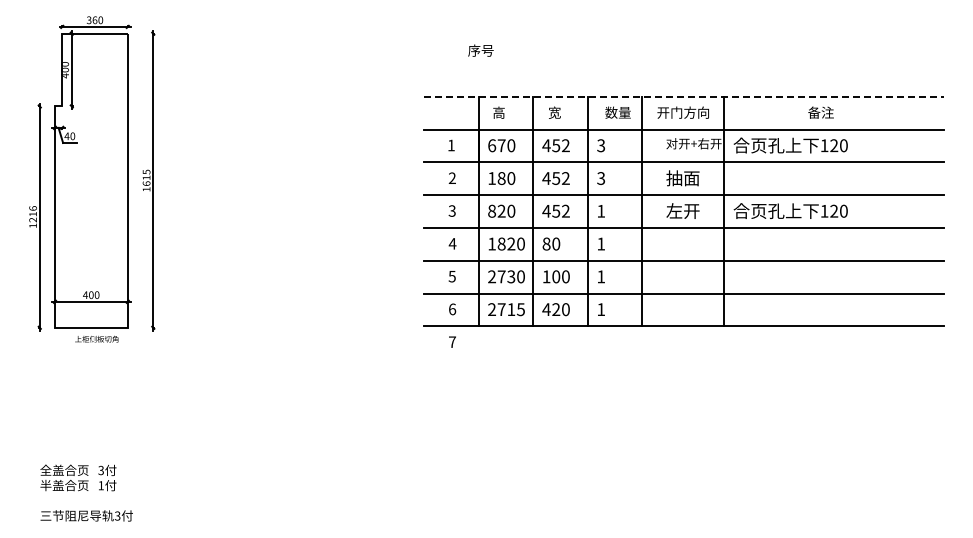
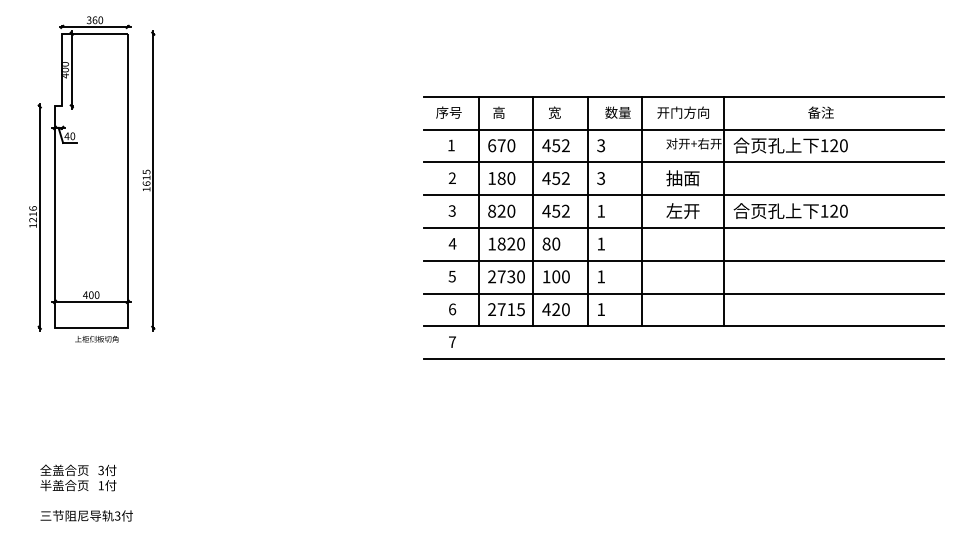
text at (480, 50) position: (480, 50) -> (448, 112)
line at (683, 96): dashed -> solid
line at (683, 359): none -> present
